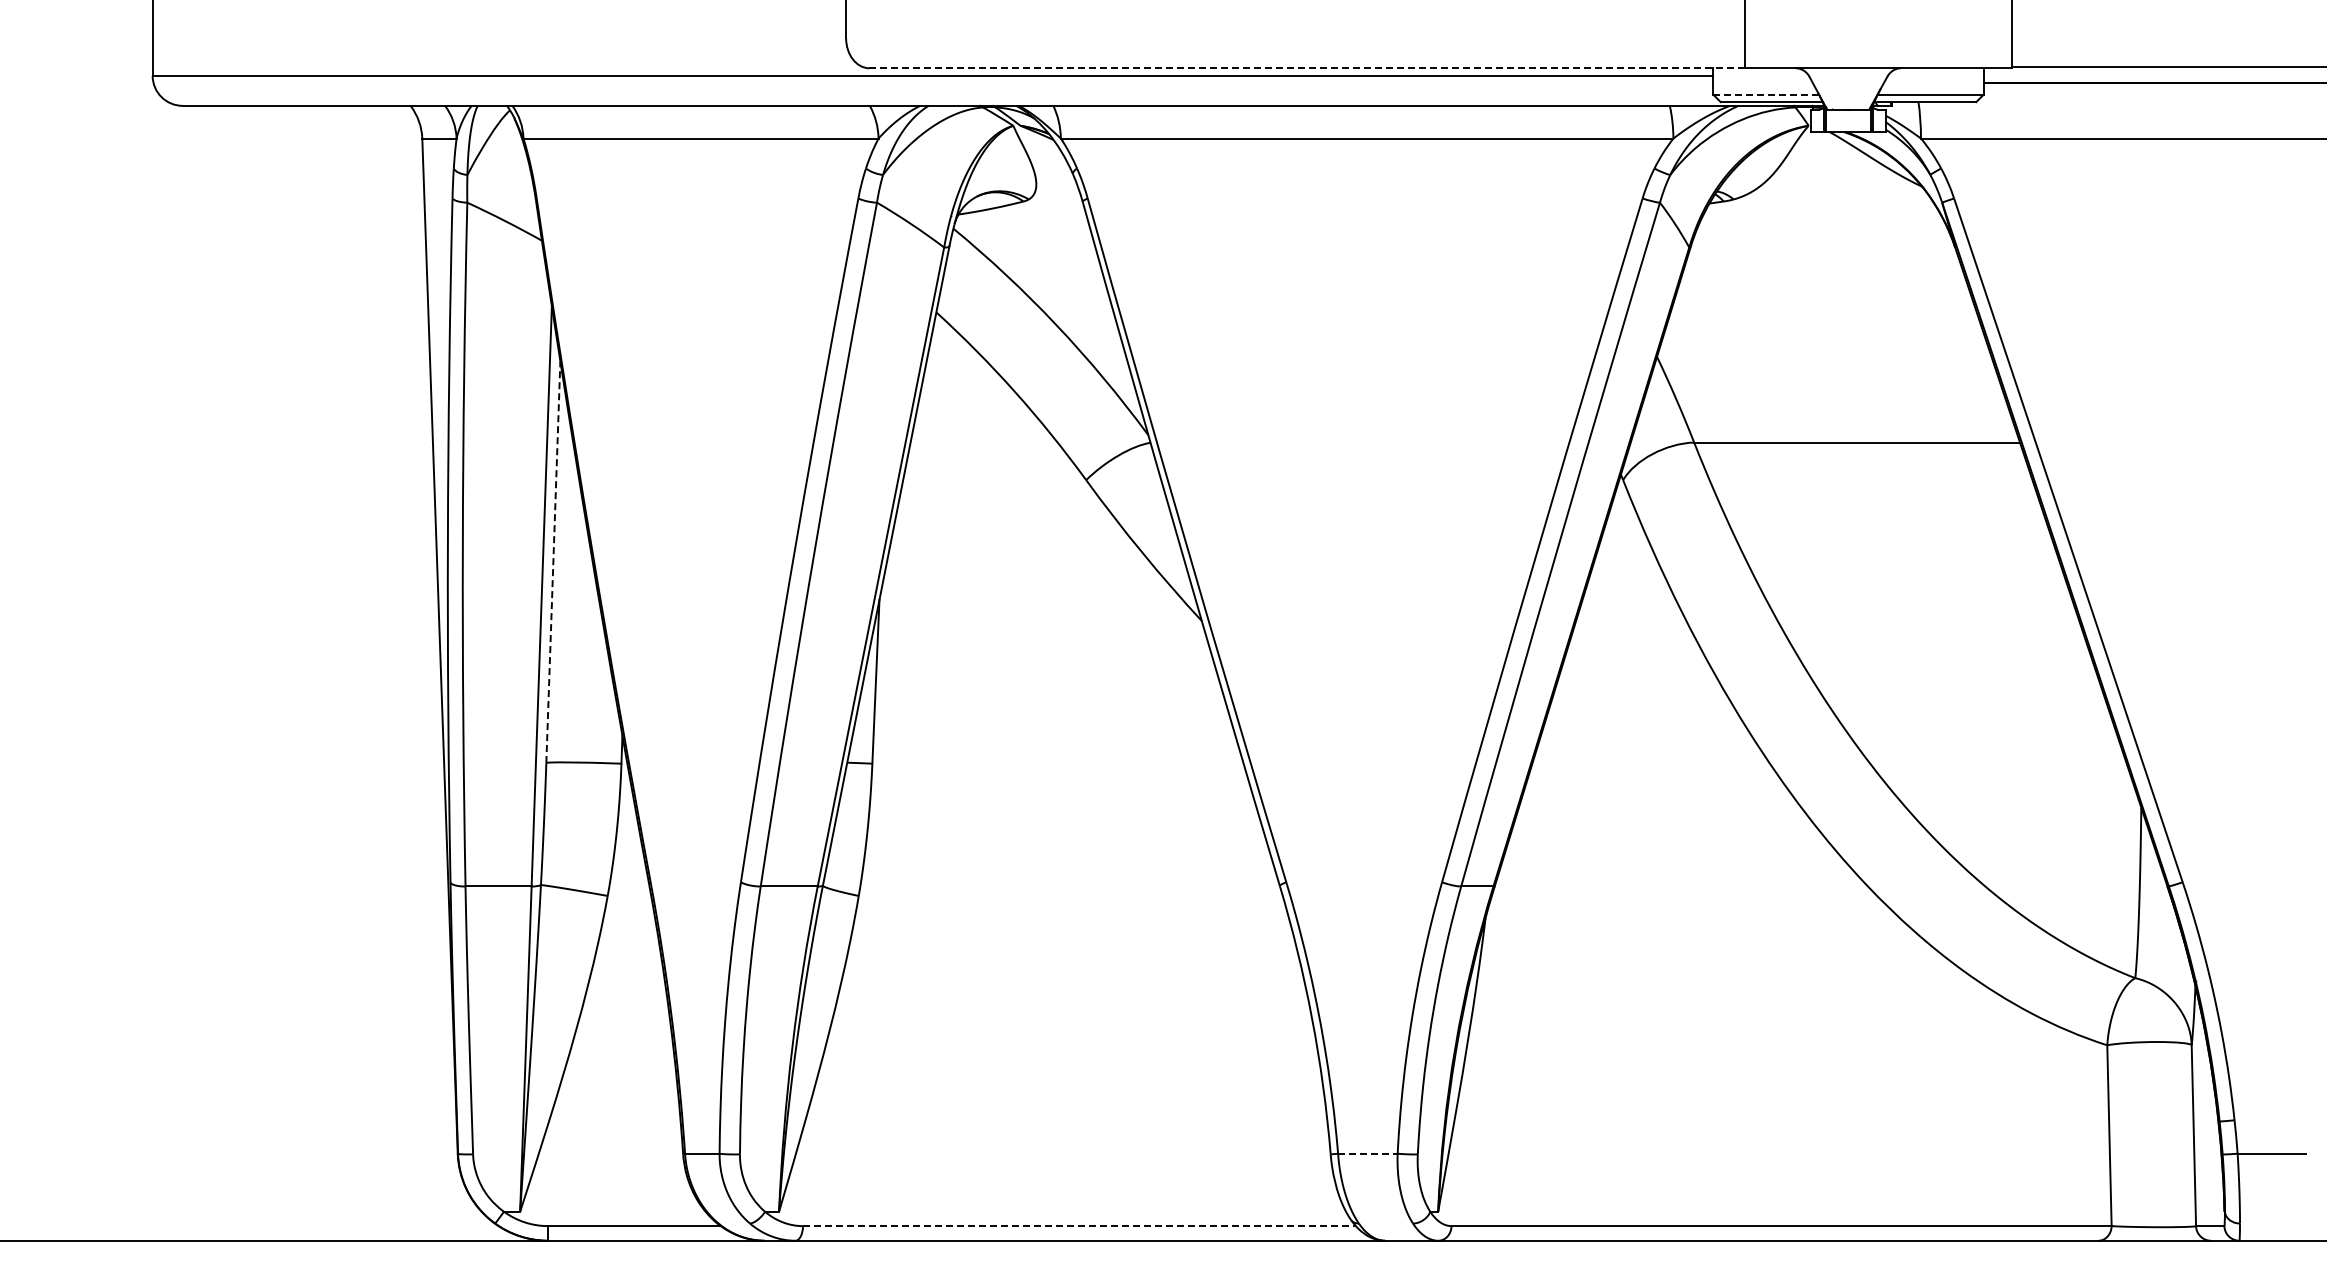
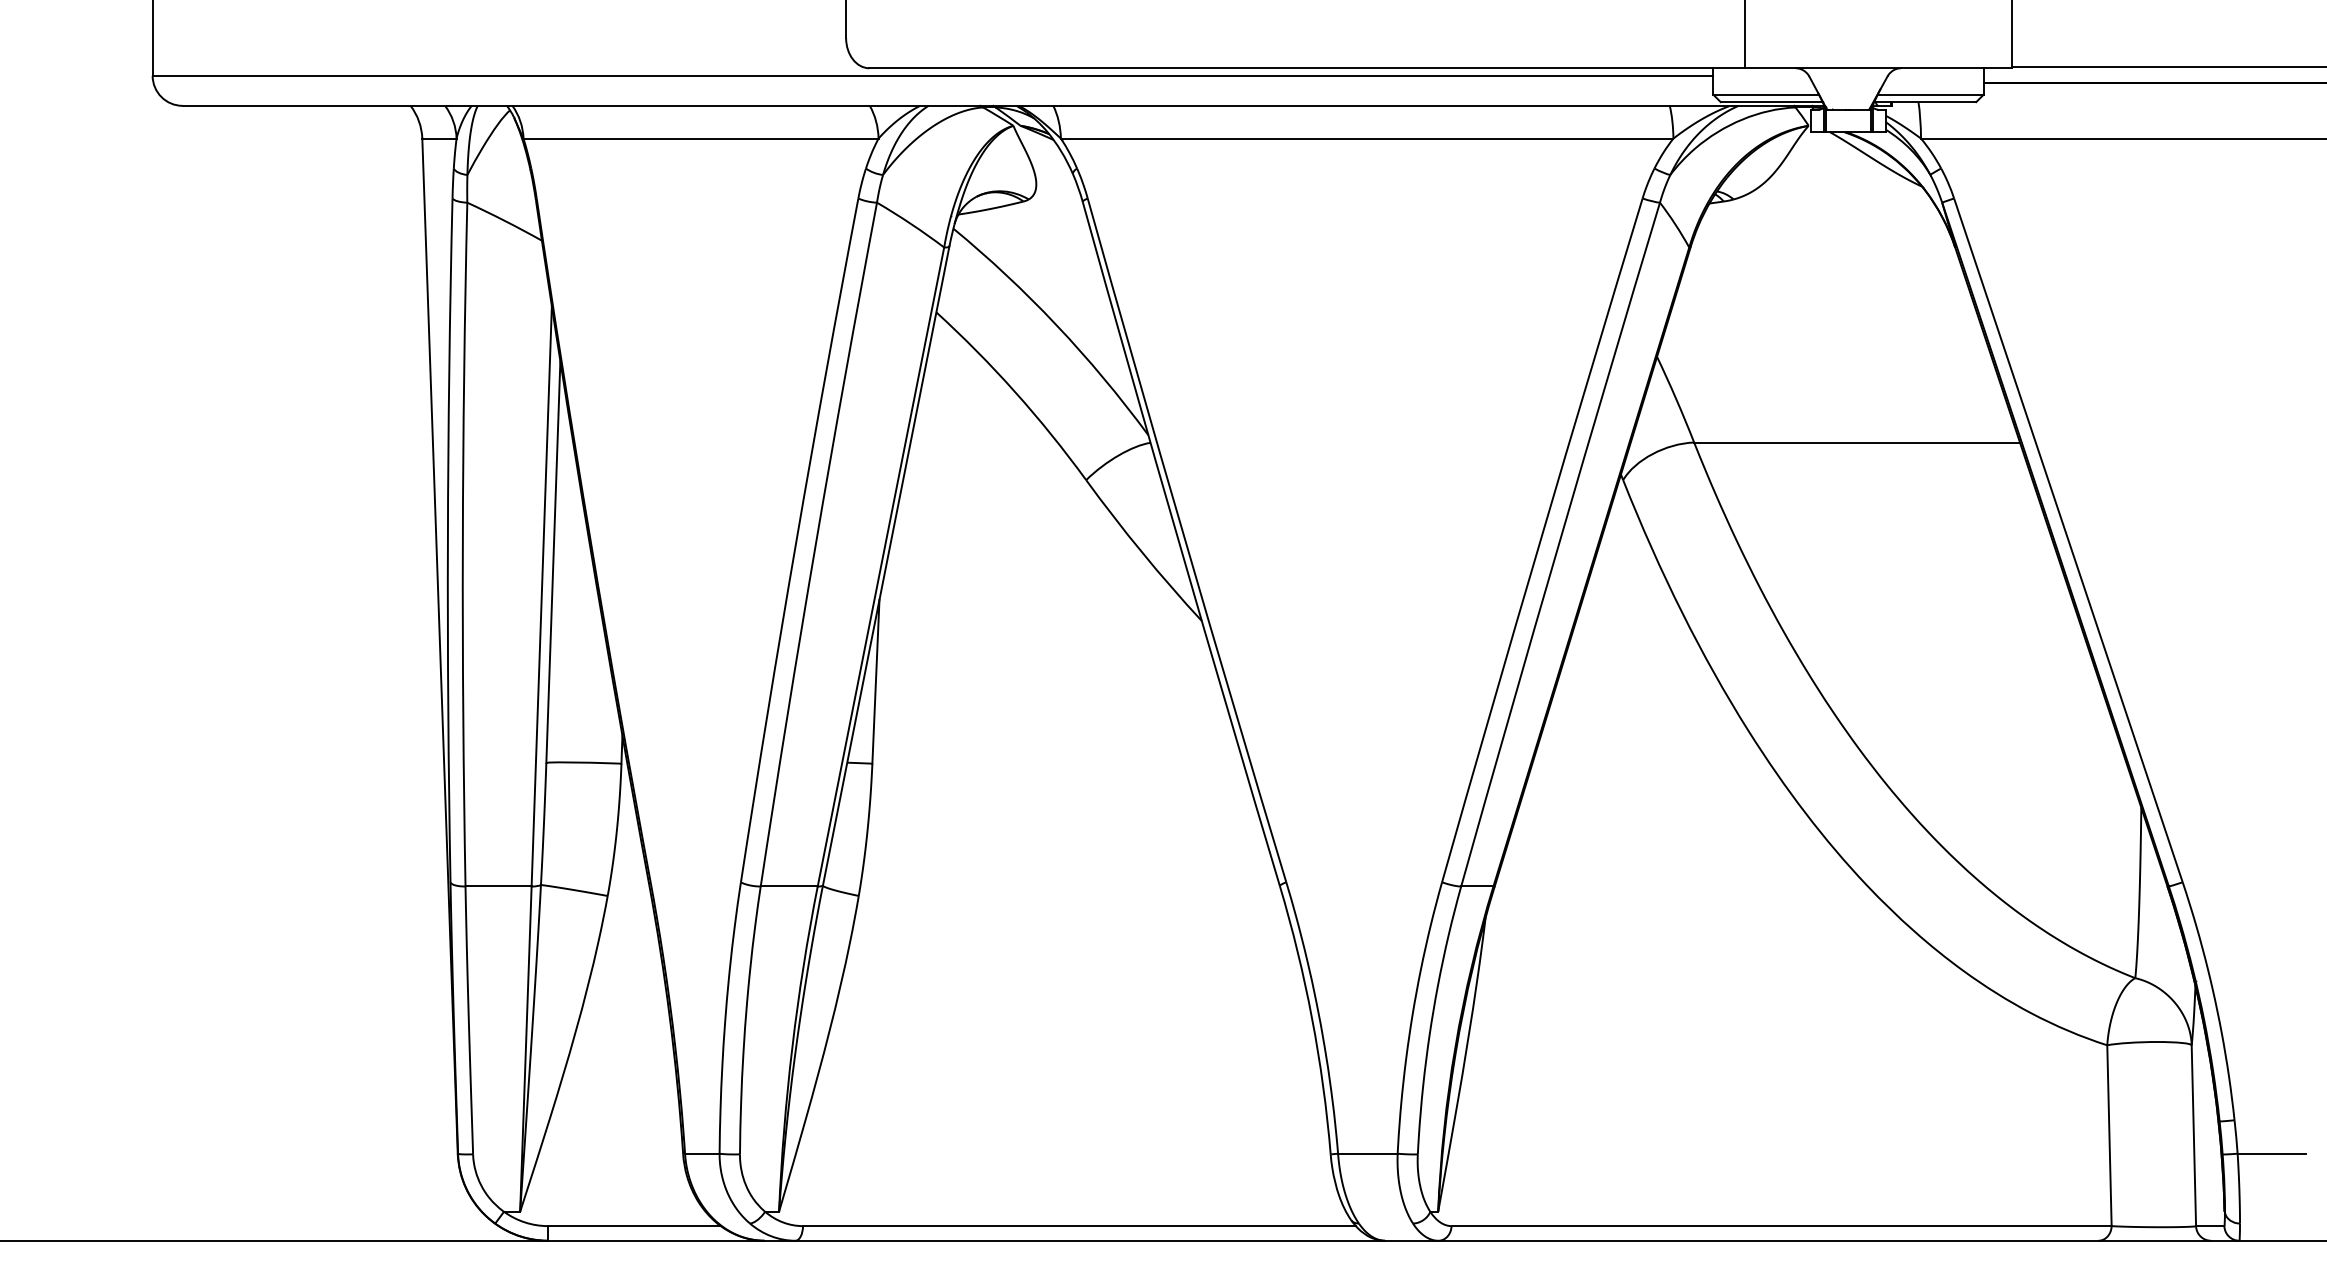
line at (1307, 68): dashed -> solid
line at (1766, 94): dashed -> solid
line at (553, 562): dashed -> solid
line at (1367, 1153): dashed -> solid
line at (1079, 1226): dashed -> solid
